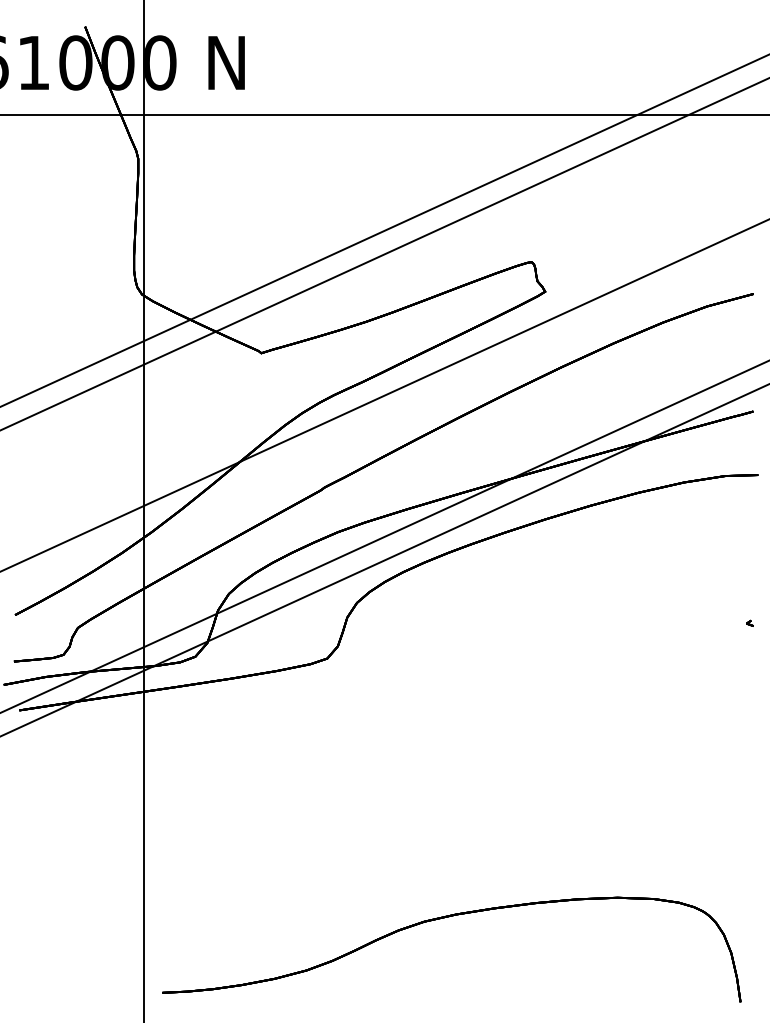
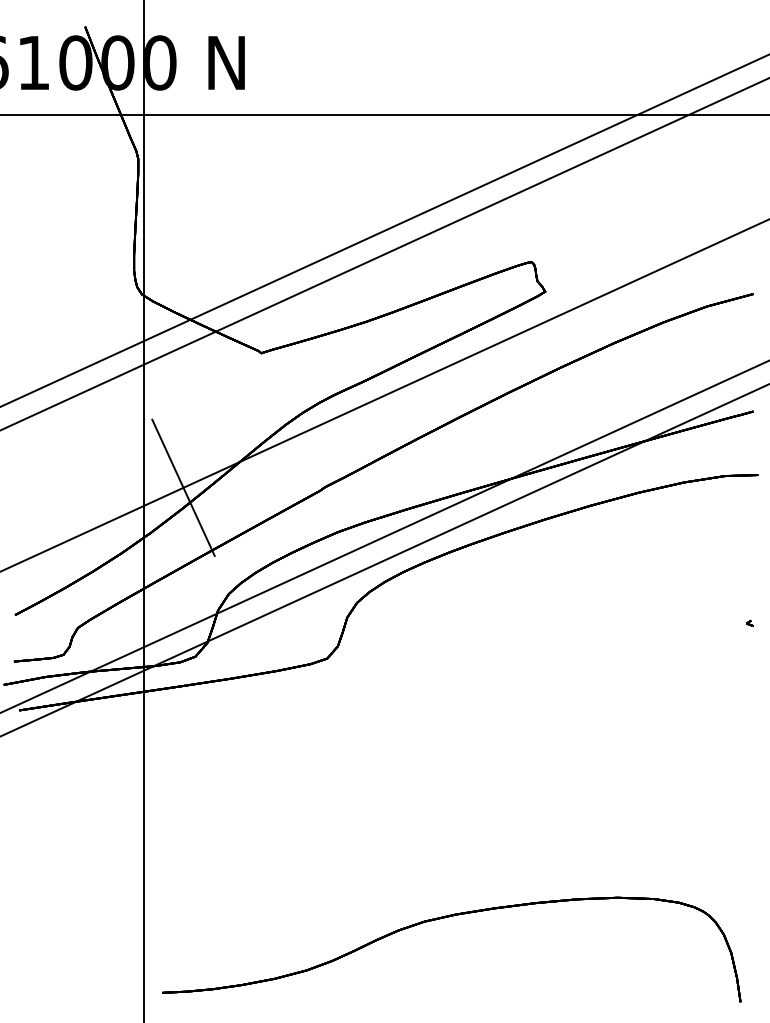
line at (183, 487): none -> present
